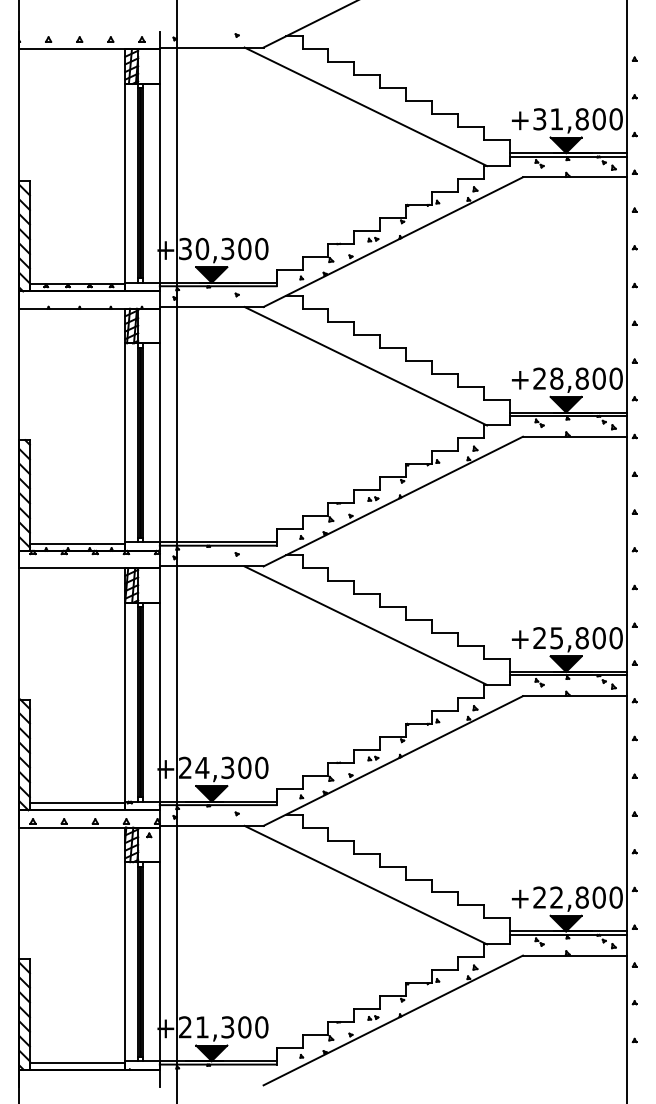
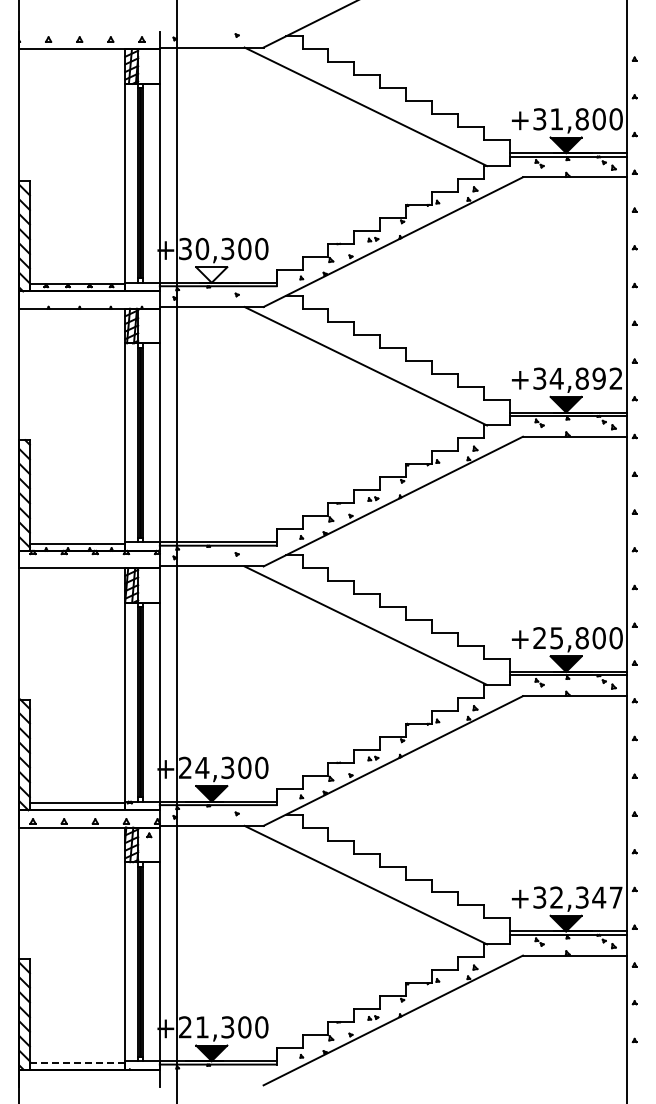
fill at (211, 274): present -> none
text at (577, 378): +28,800 -> +34,892
text at (577, 897): +22,800 -> +32,347
line at (77, 1062): solid -> dashed
